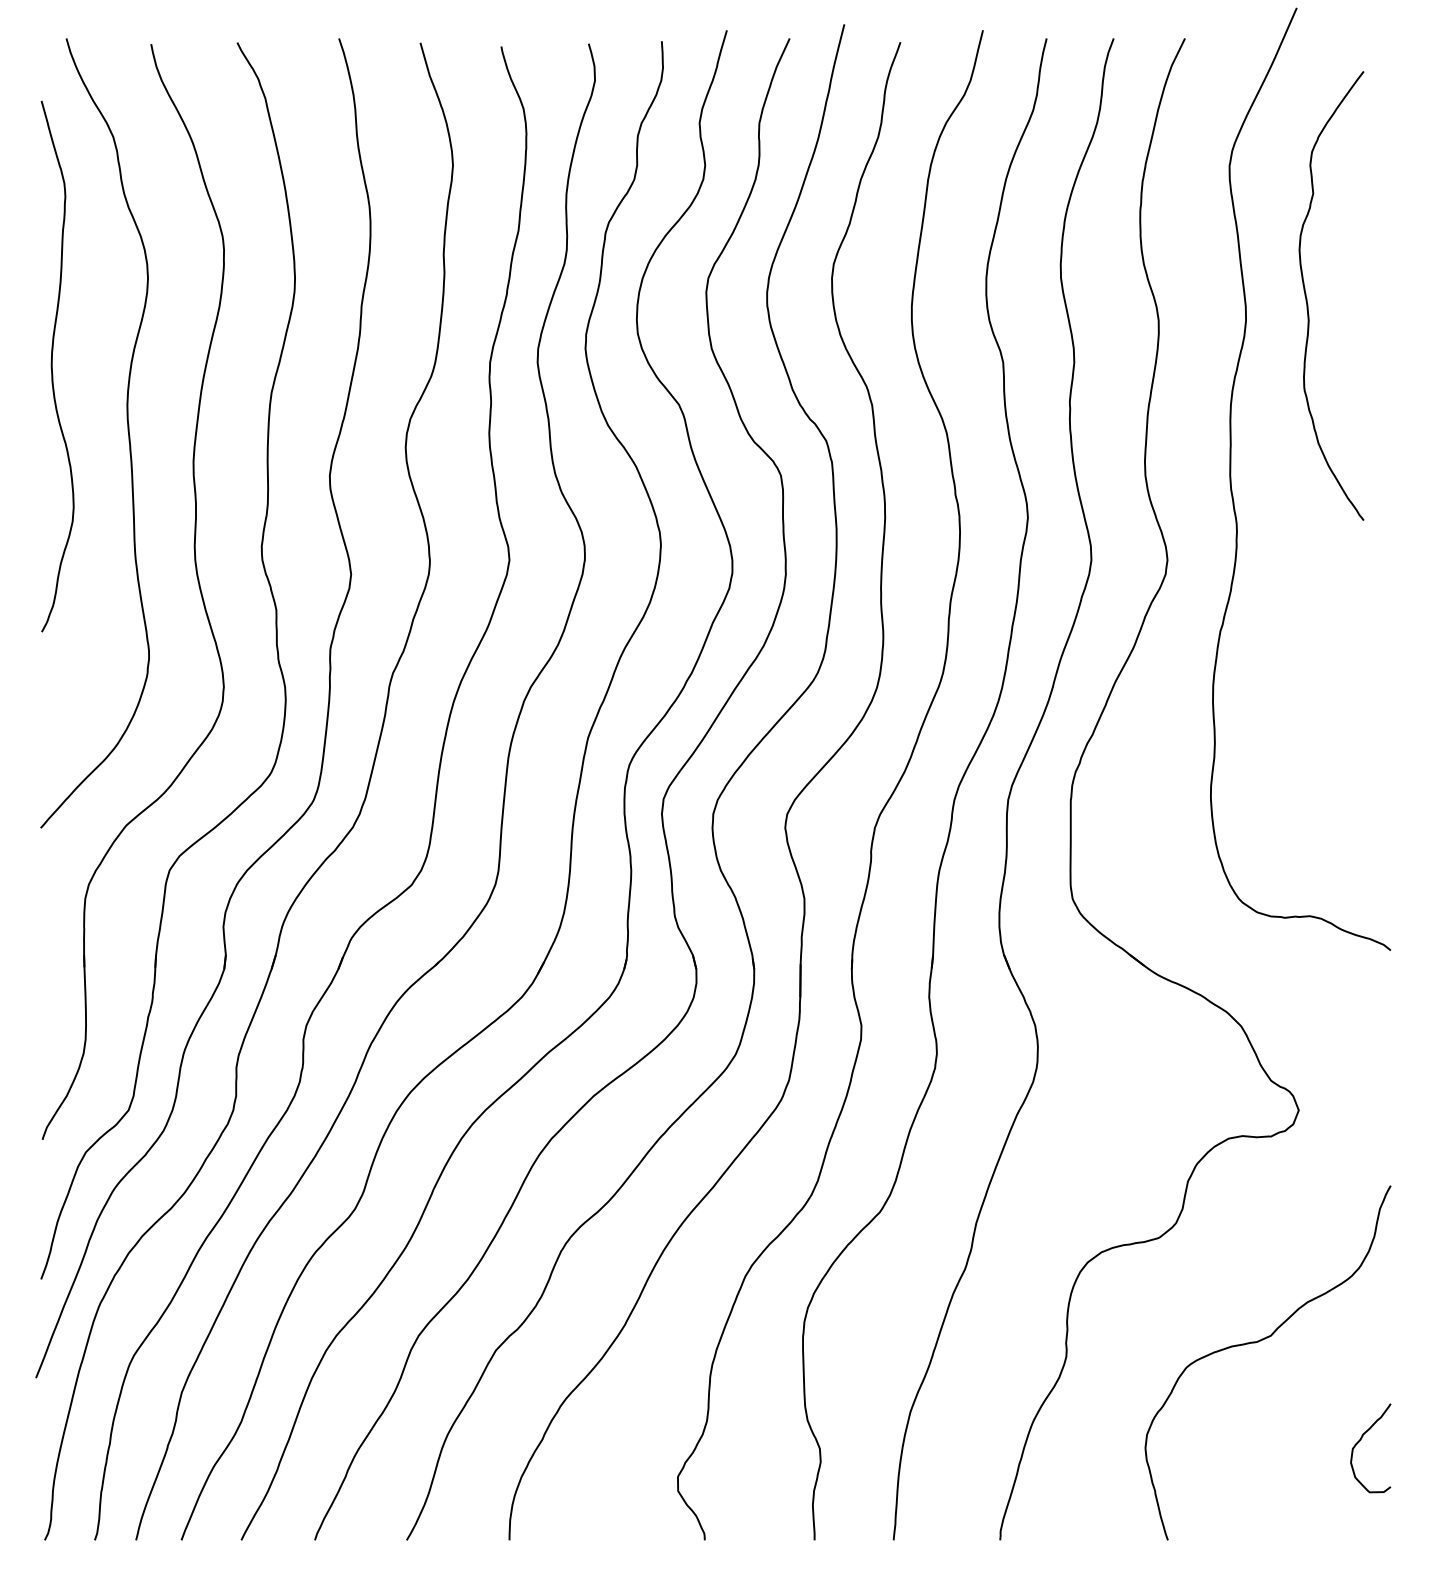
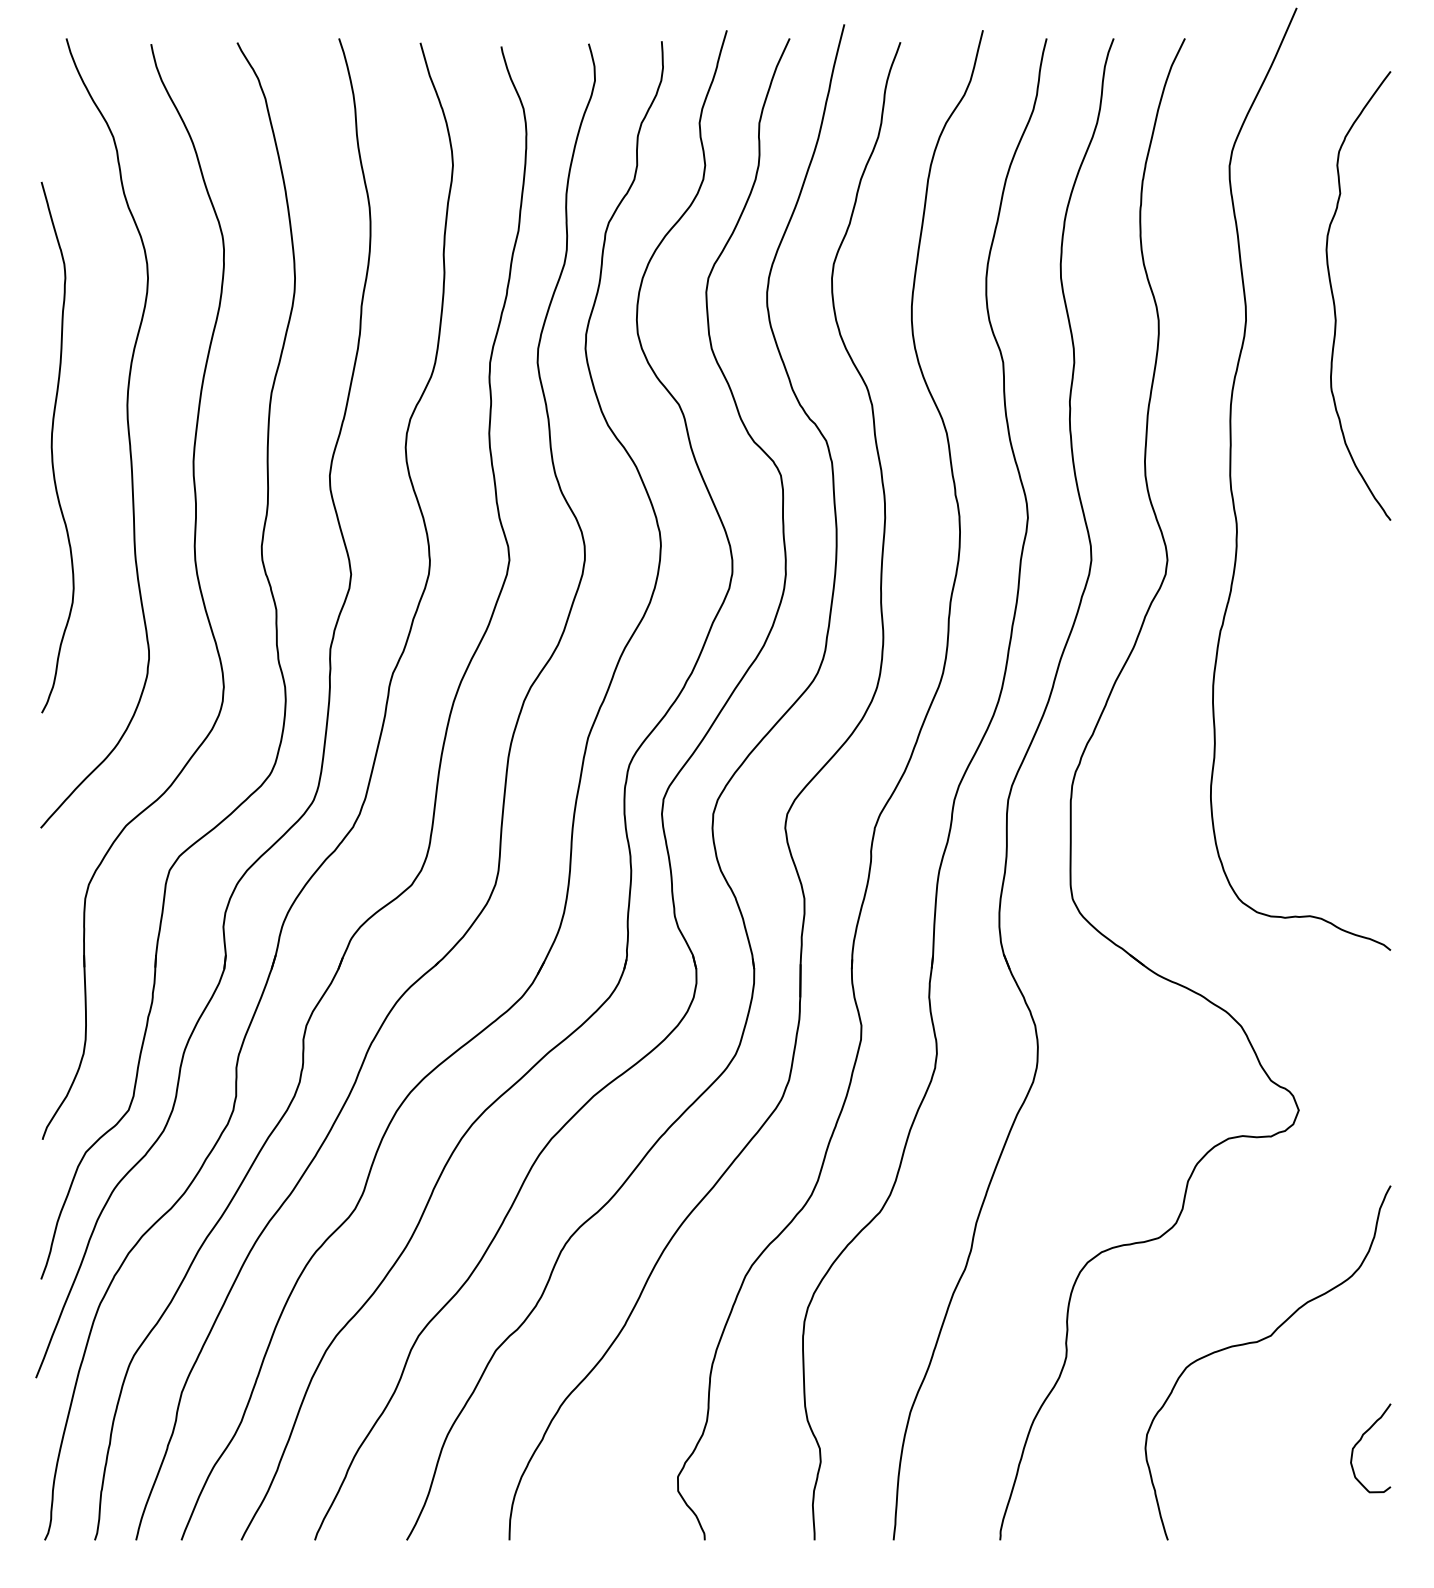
curve at (1307, 298) position: (1307, 298) -> (1334, 298)
curve at (52, 366) position: (52, 366) -> (52, 447)
